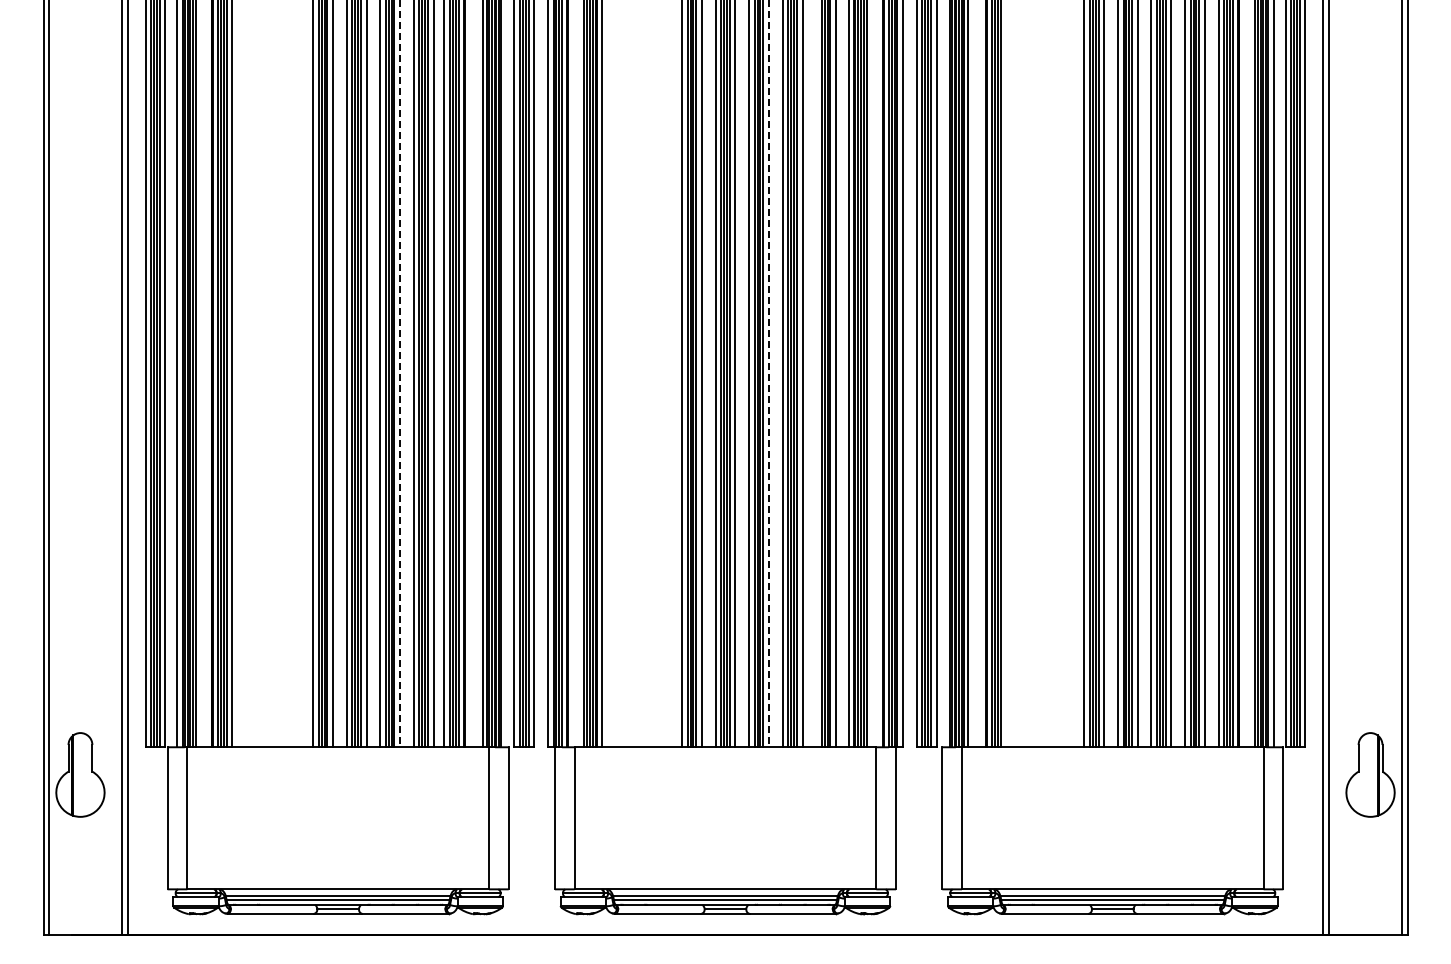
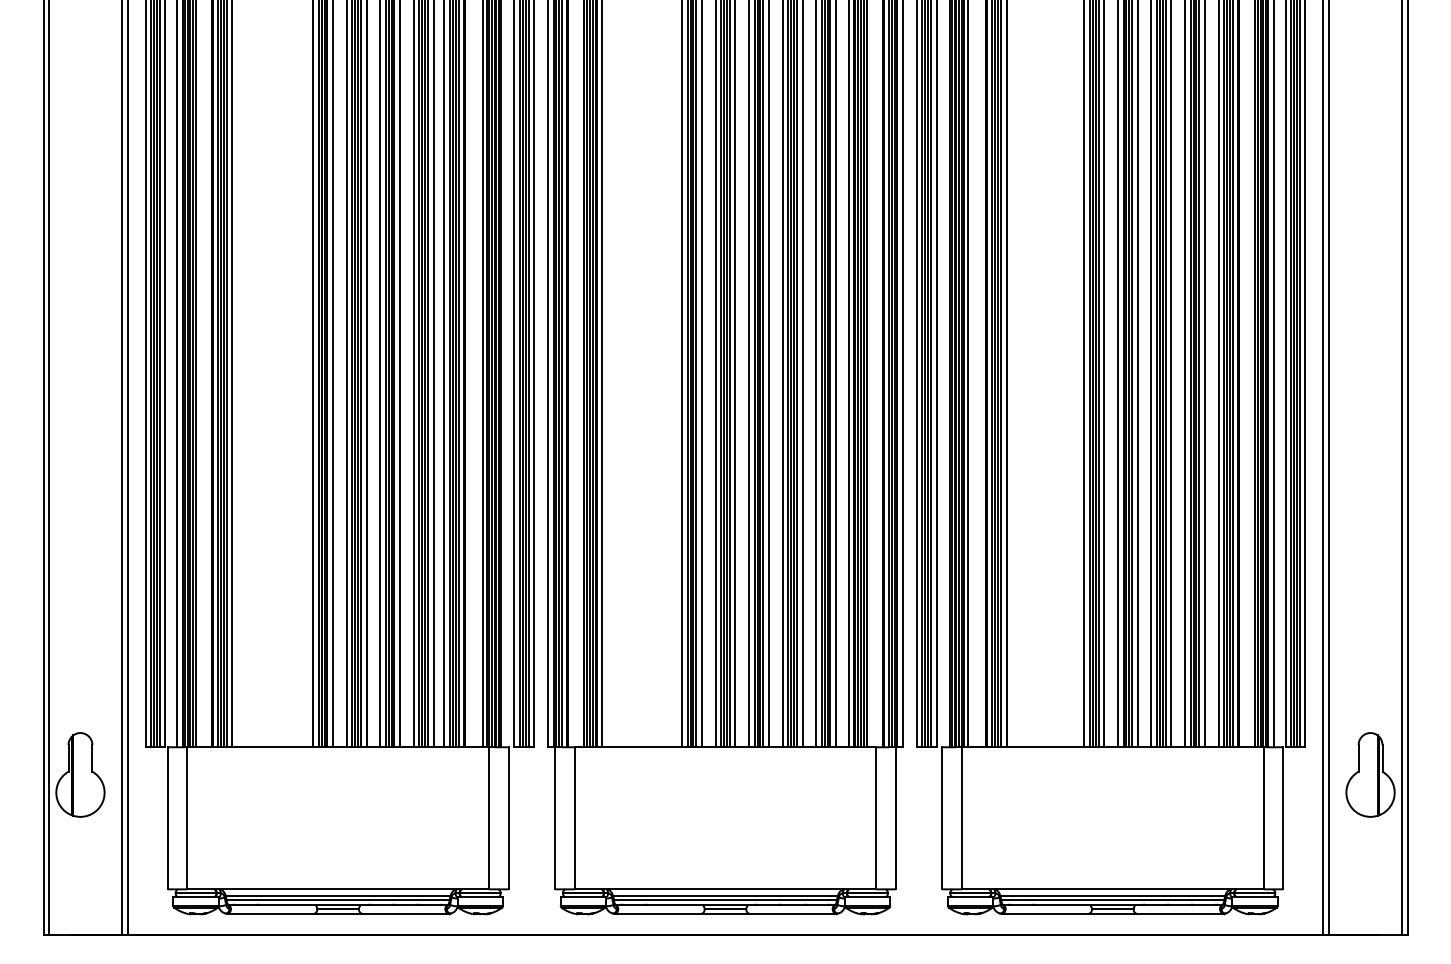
line at (400, 374): dashed -> solid
line at (768, 374): dashed -> solid
line at (816, 374): none -> present
line at (1006, 374): none -> present
